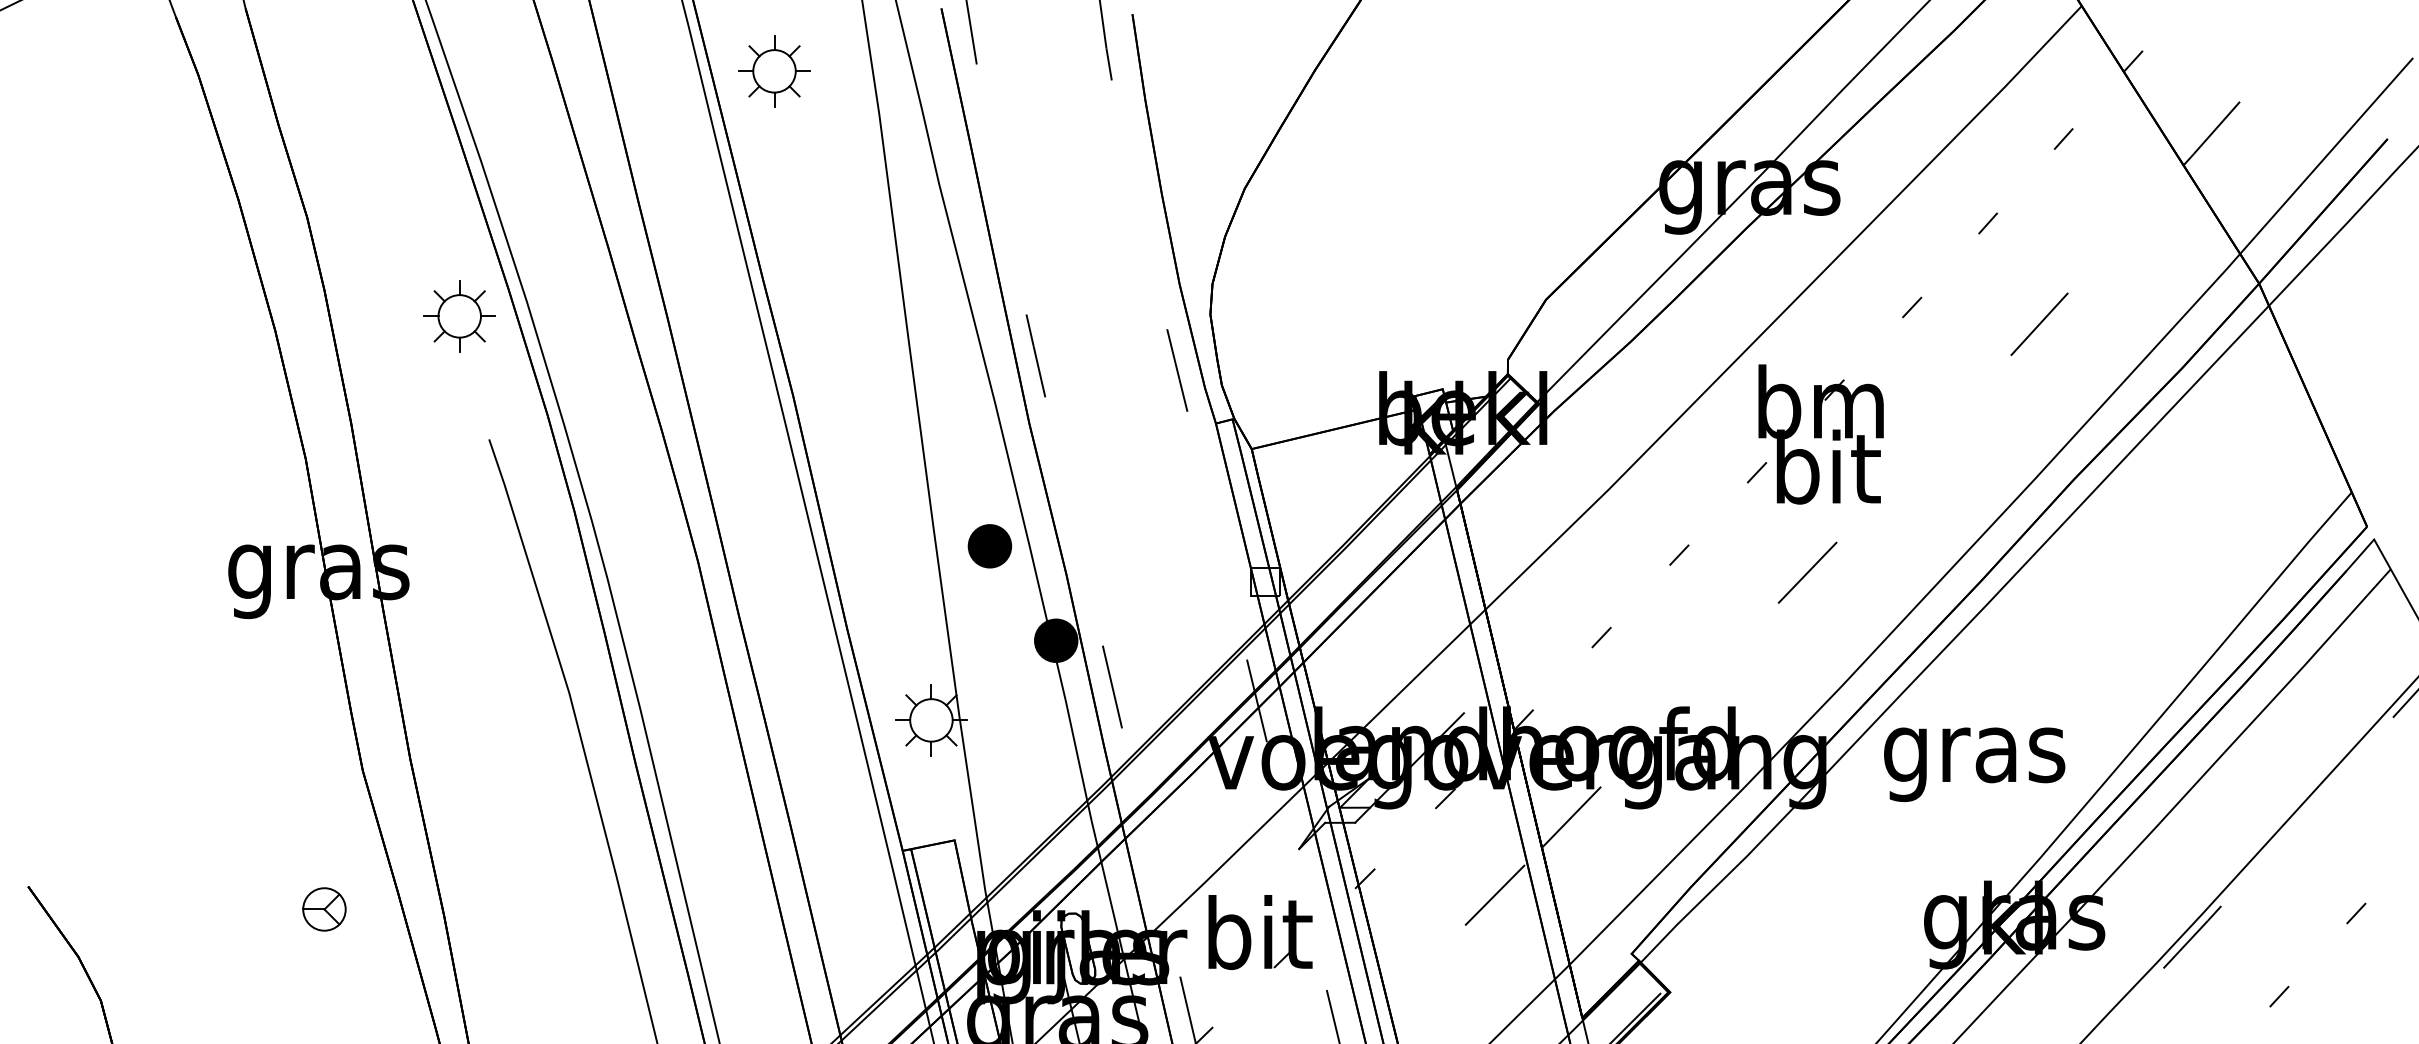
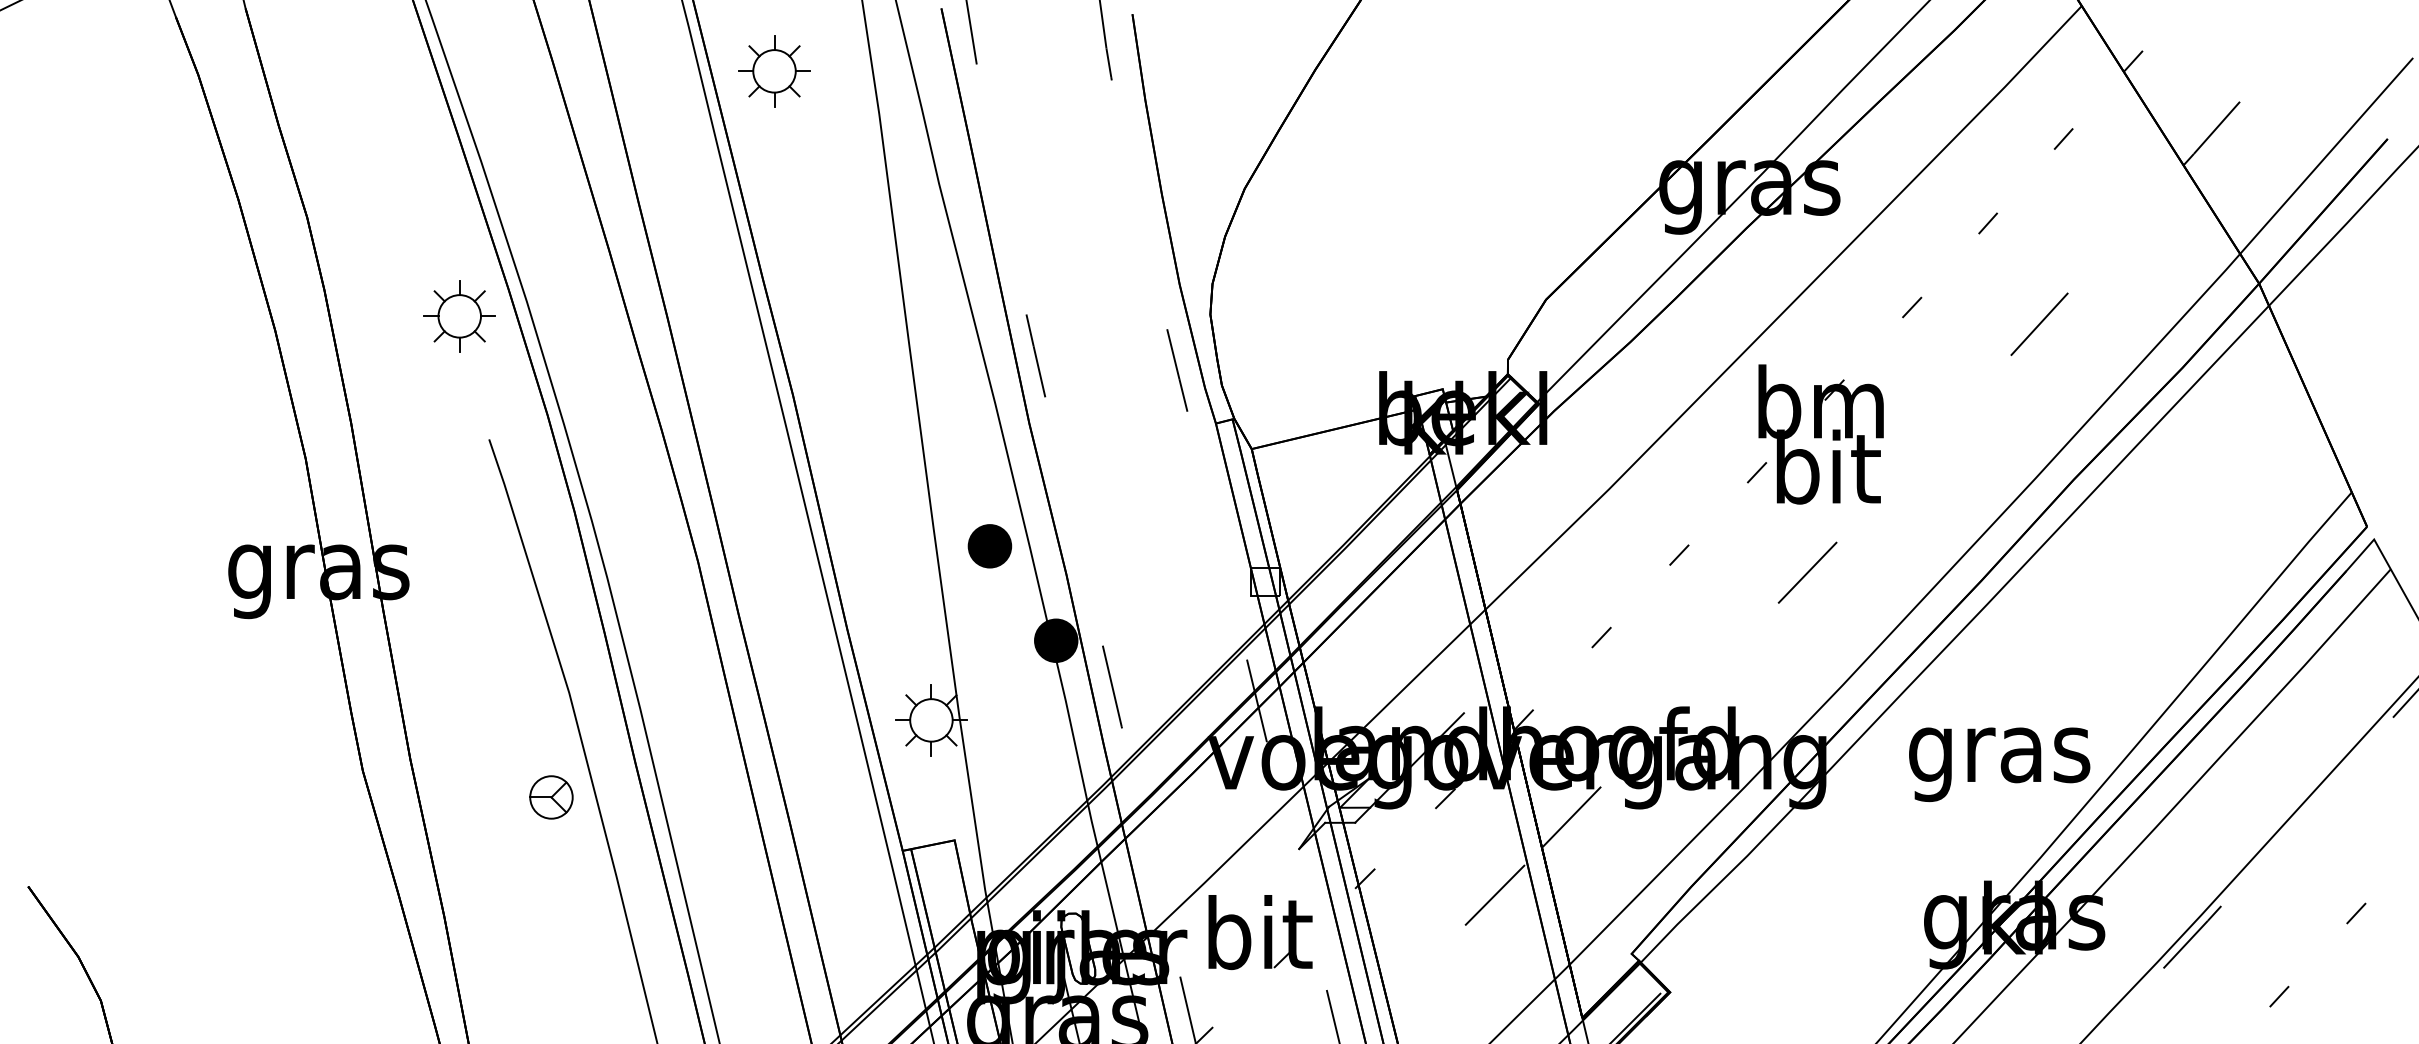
text at (1974, 764) position: (1974, 764) -> (1999, 764)
part at (324, 909) position: (324, 909) -> (551, 797)
